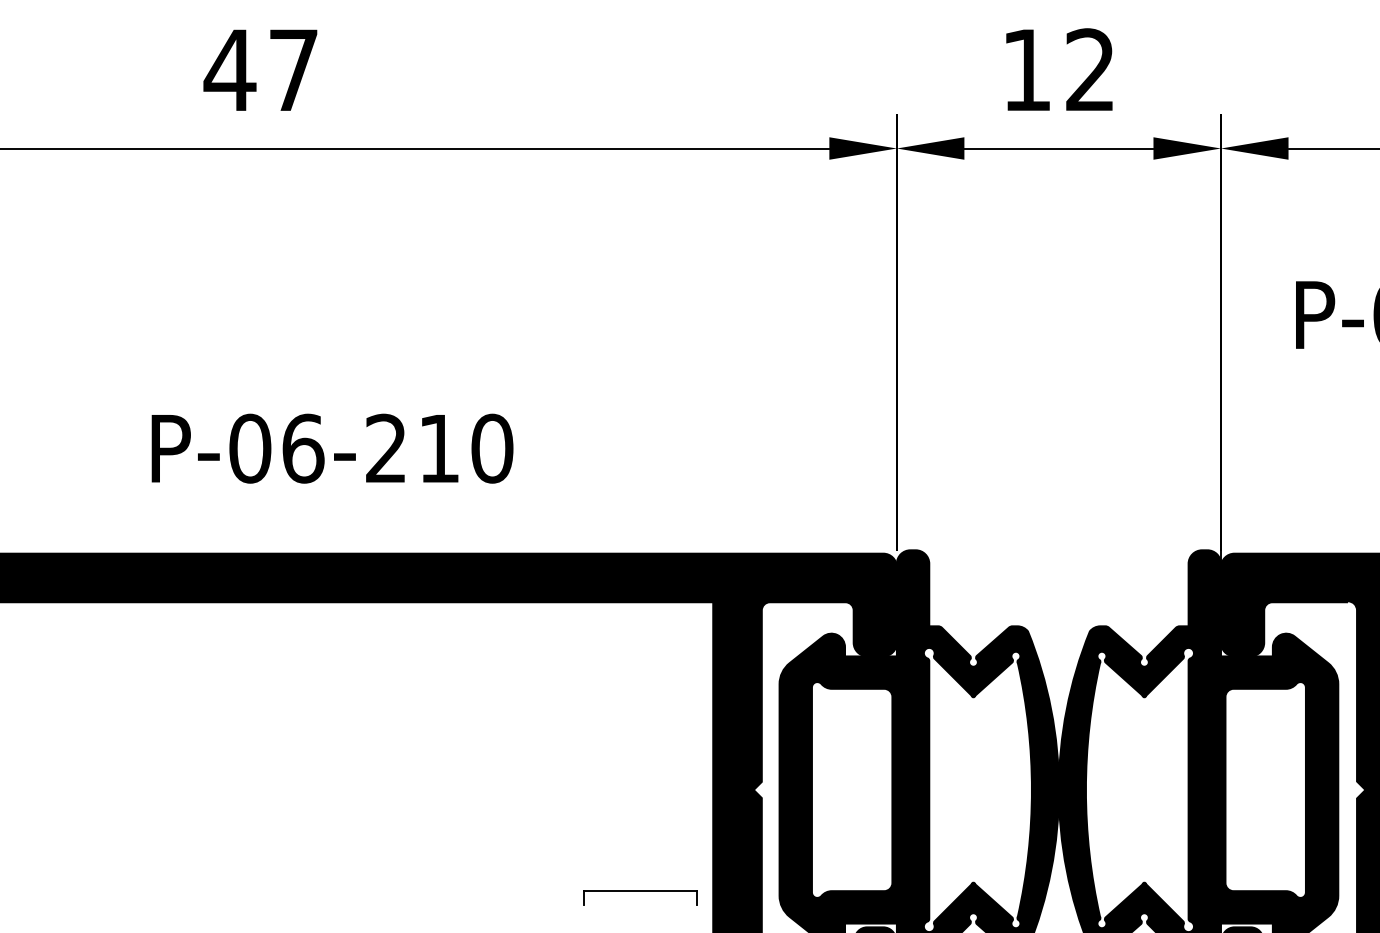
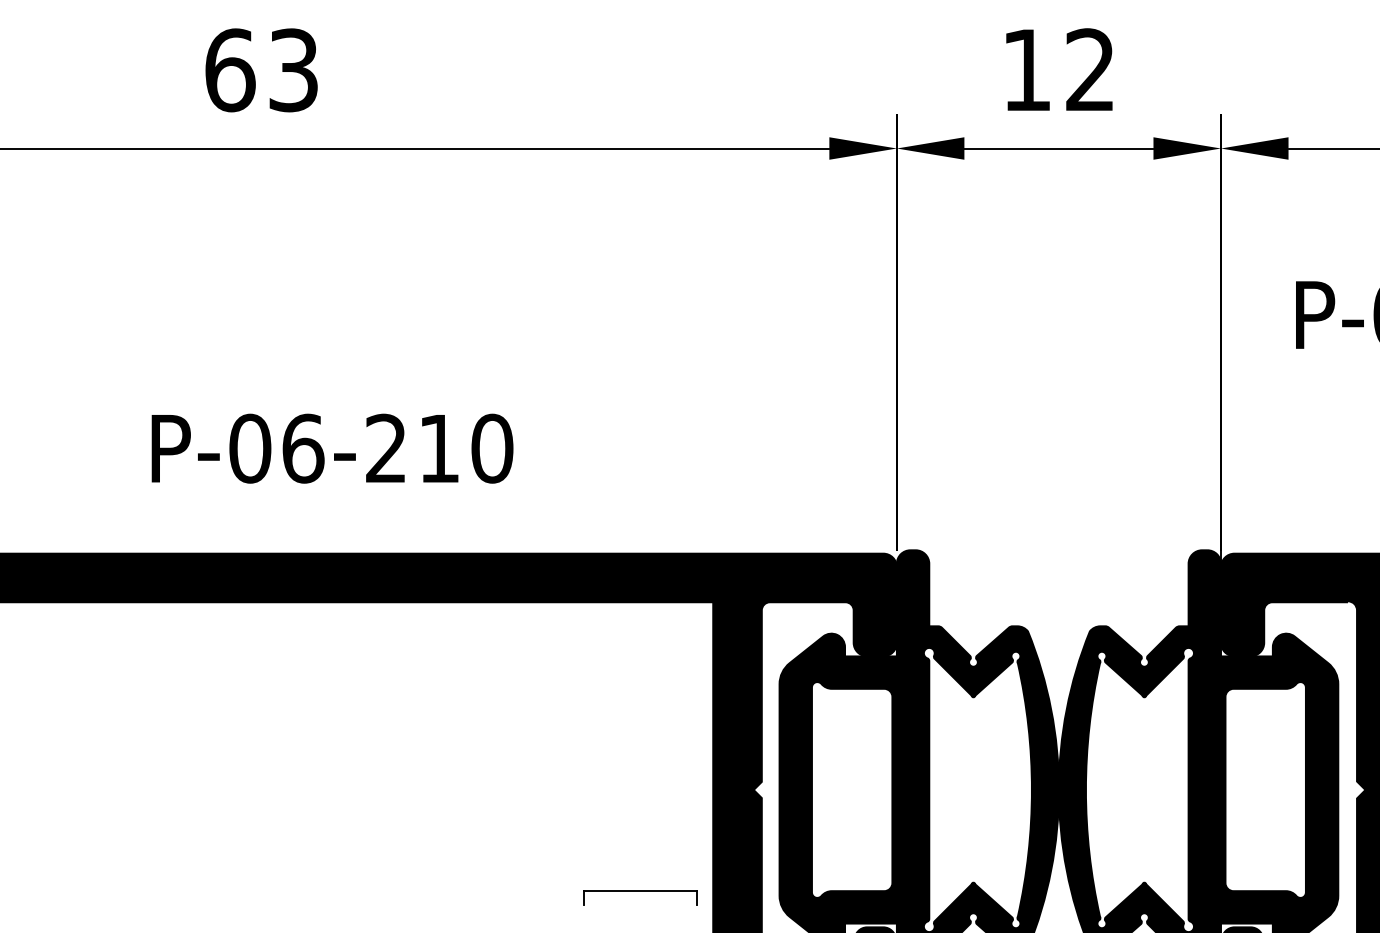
text at (260, 70): 47 -> 63
